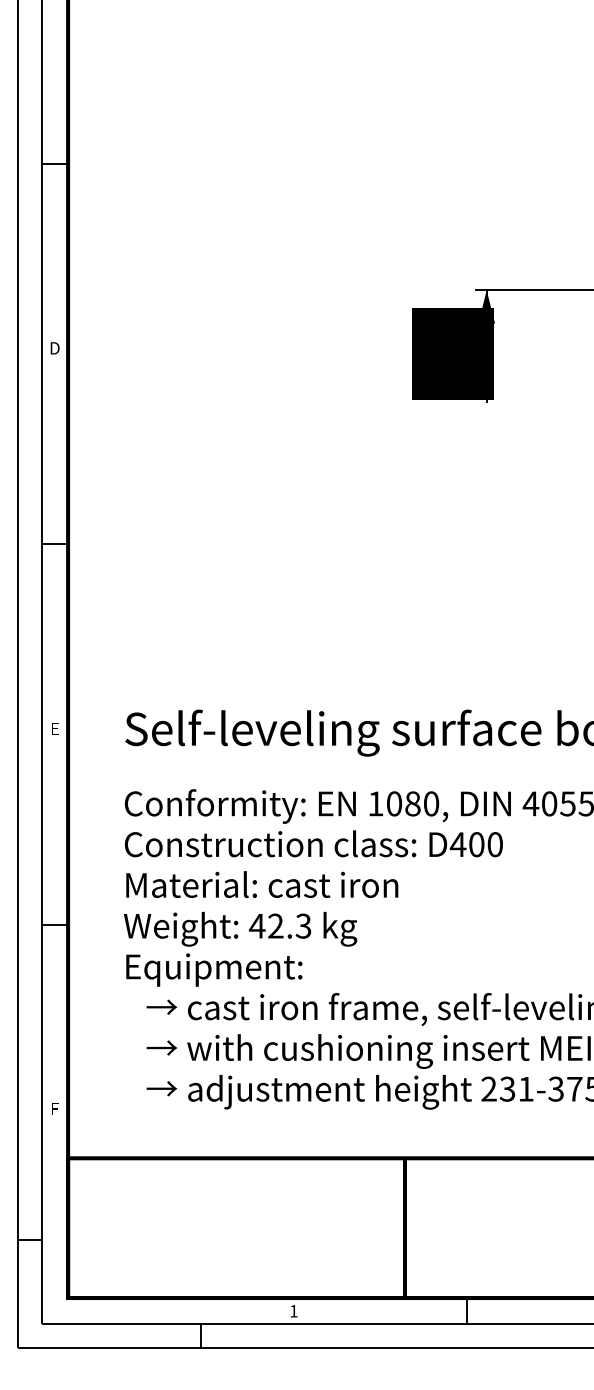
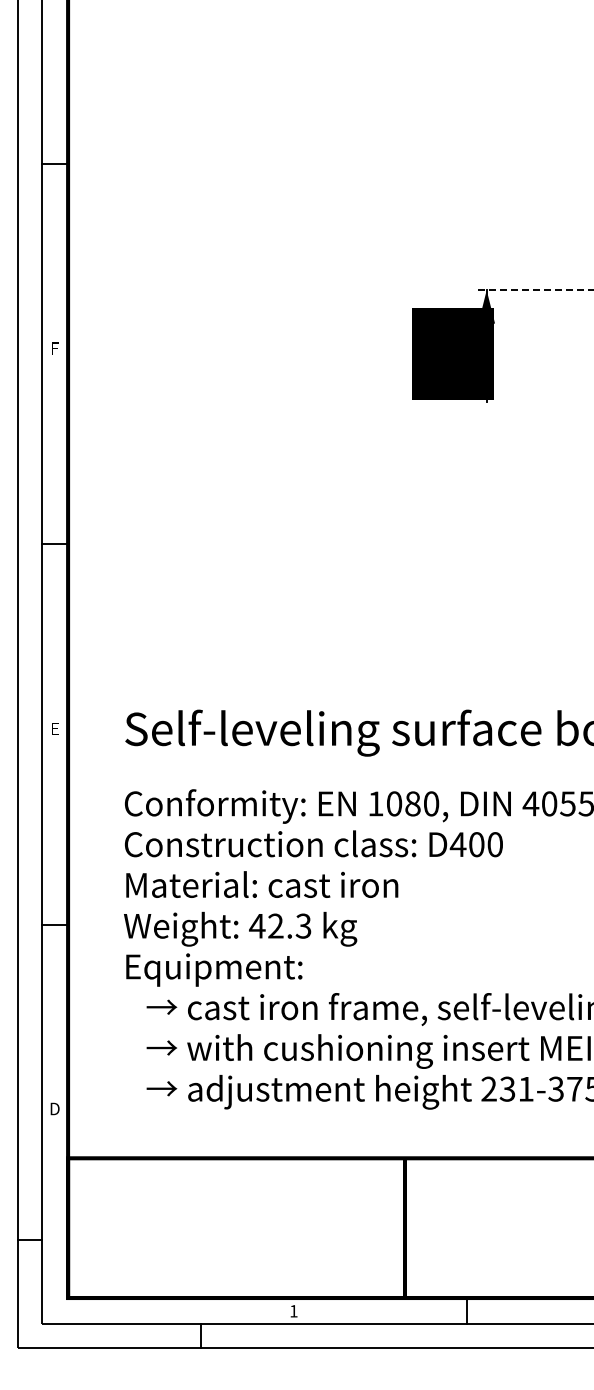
line at (534, 290): solid -> dashed
text at (54, 348): D -> F
text at (54, 1108): F -> D
